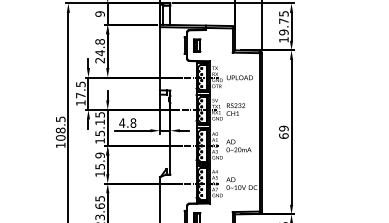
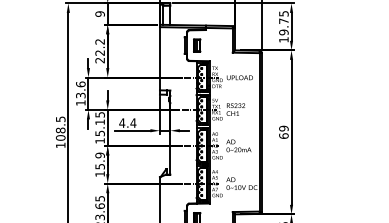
text at (99, 47): 24.8 -> 22.2
text at (80, 89): 17.5 -> 13.6
text at (133, 122): 4.8 -> 4.4
